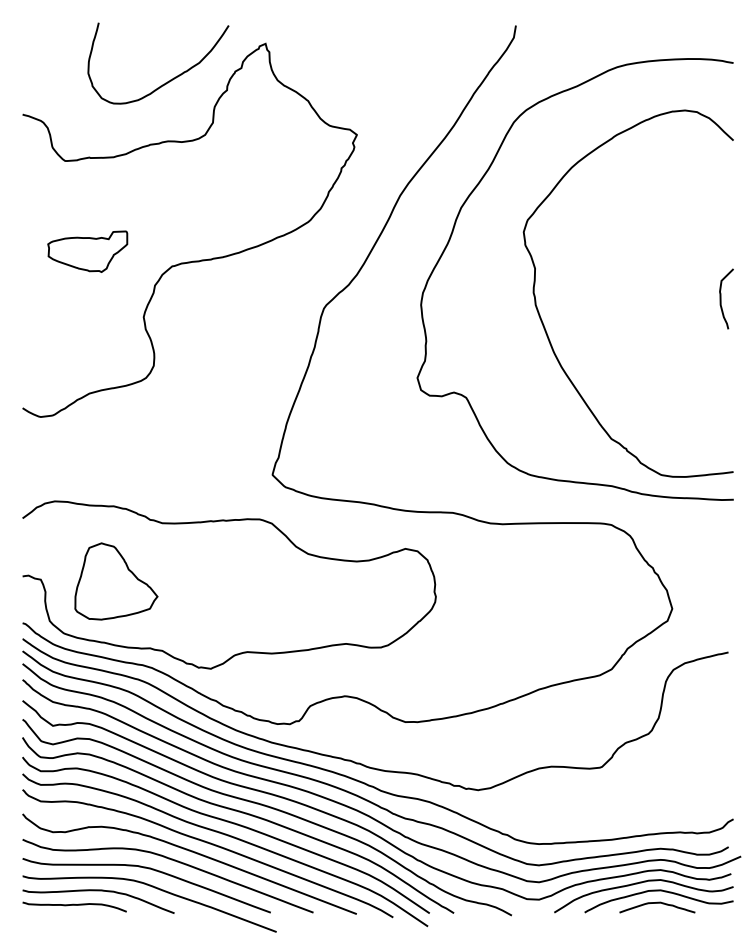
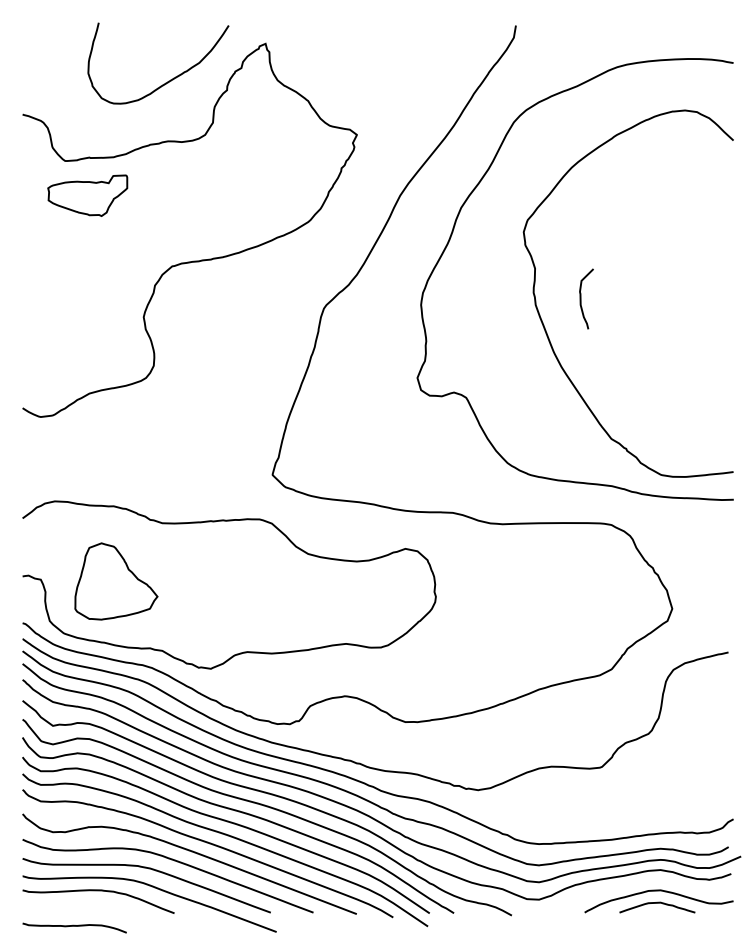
part at (87, 251) position: (87, 251) -> (87, 195)
curve at (721, 298) position: (721, 298) -> (581, 298)
curve at (641, 883): present -> none
curve at (74, 905) position: (74, 905) -> (74, 926)
